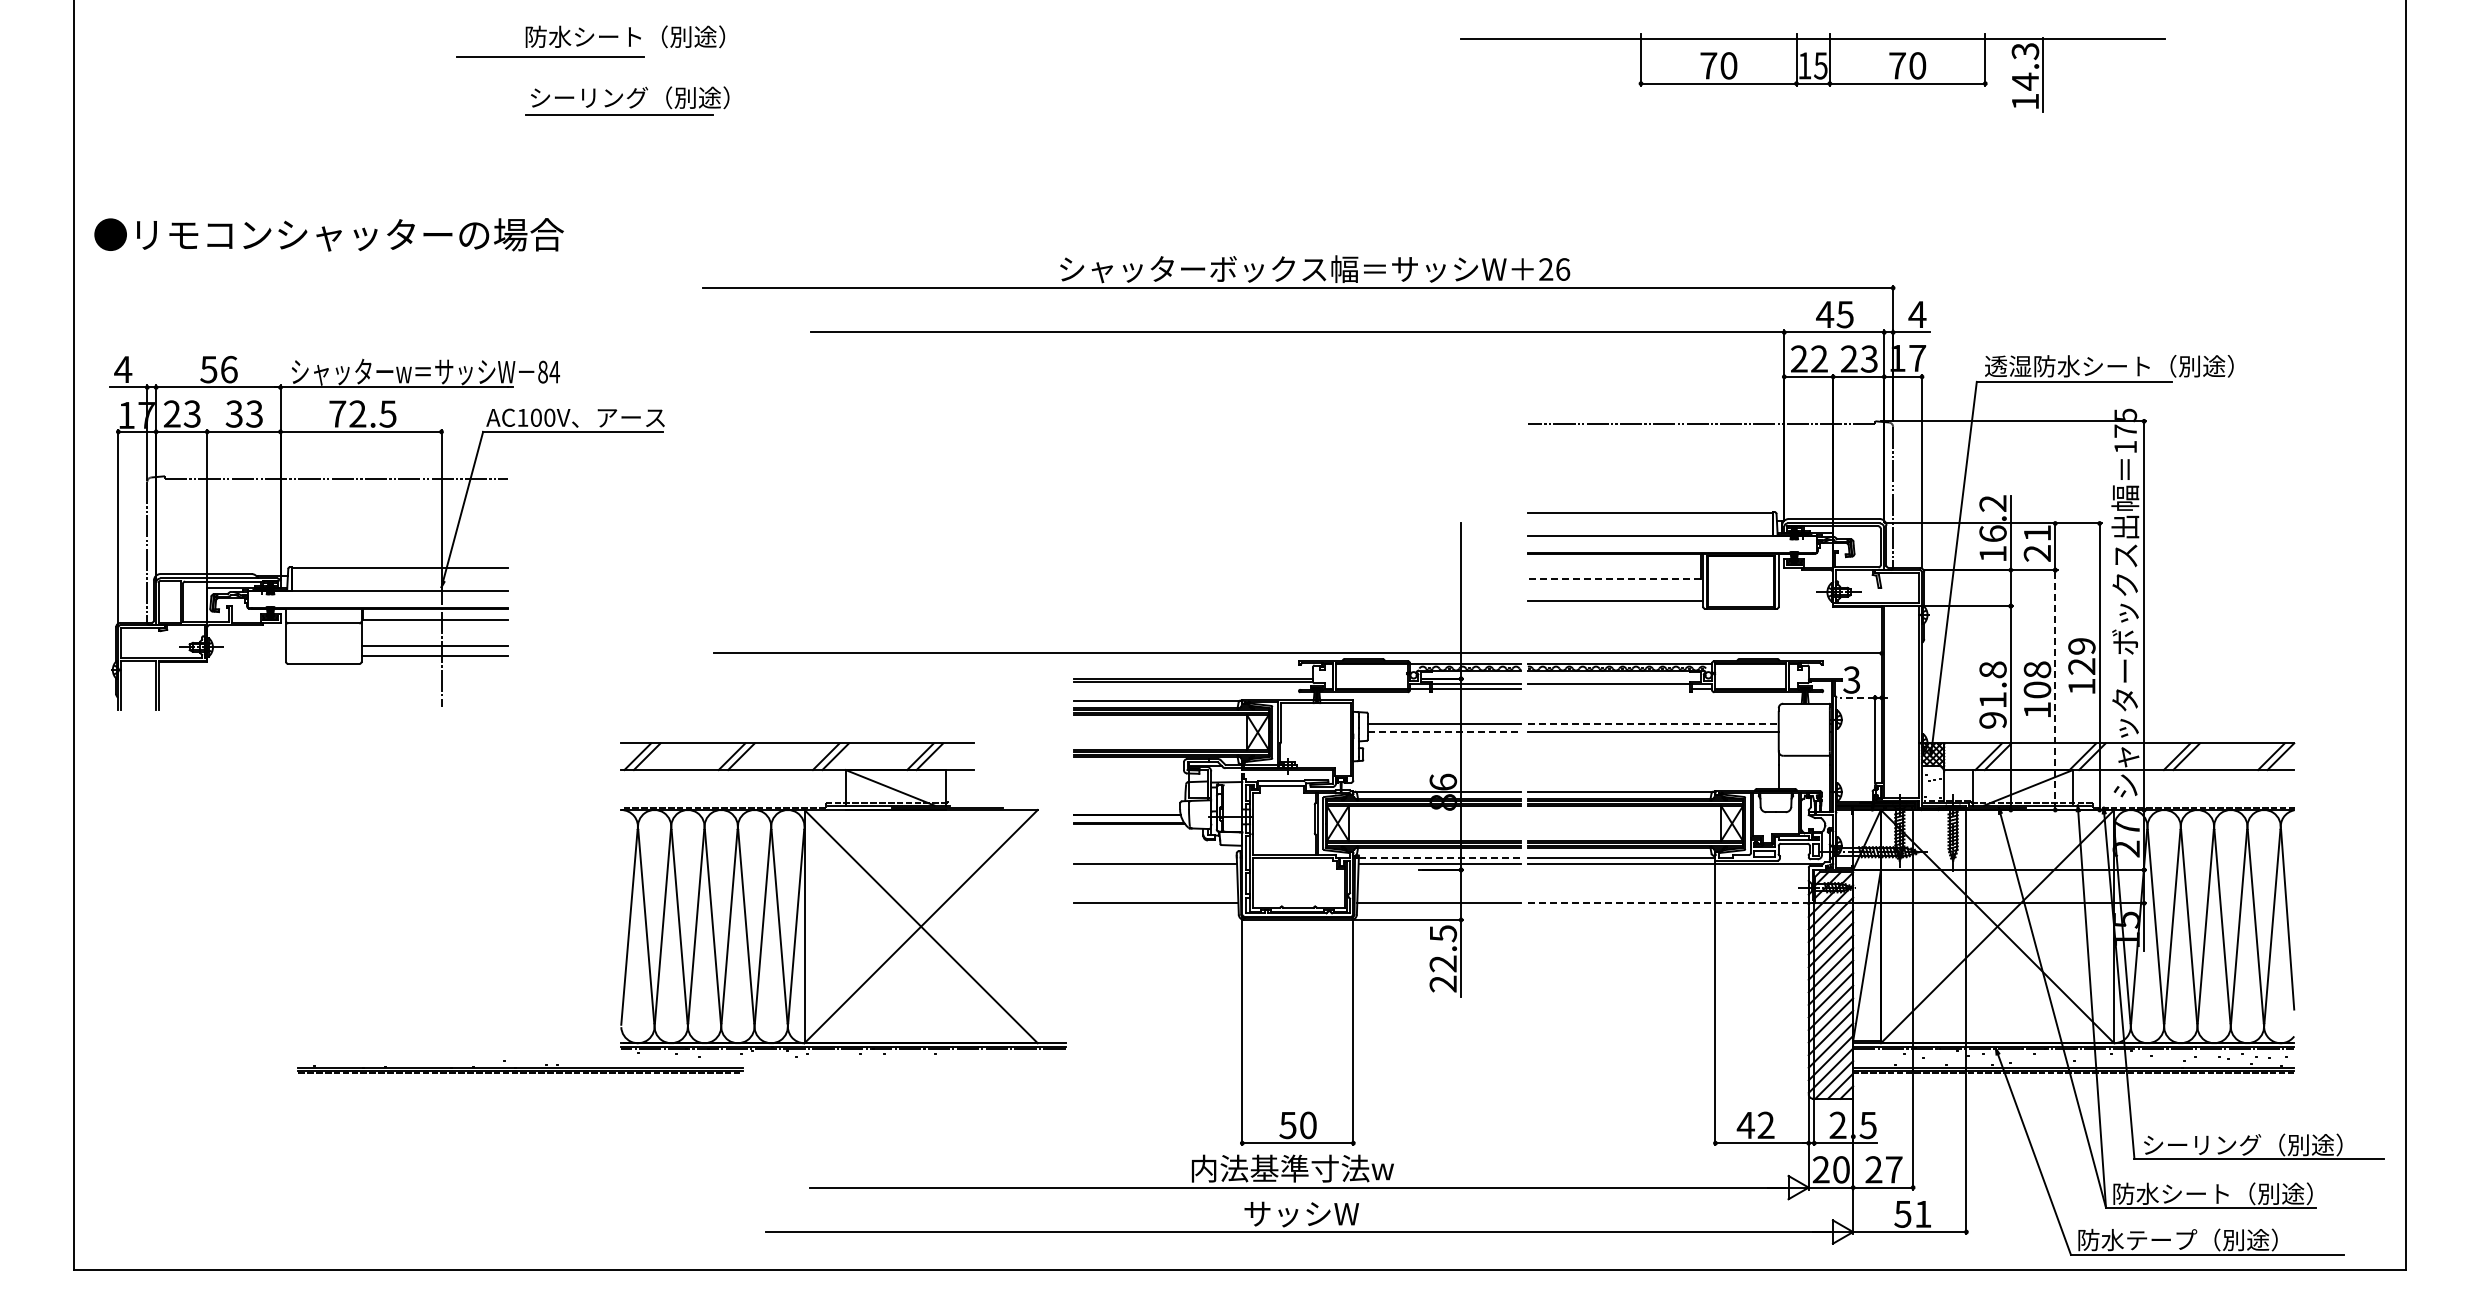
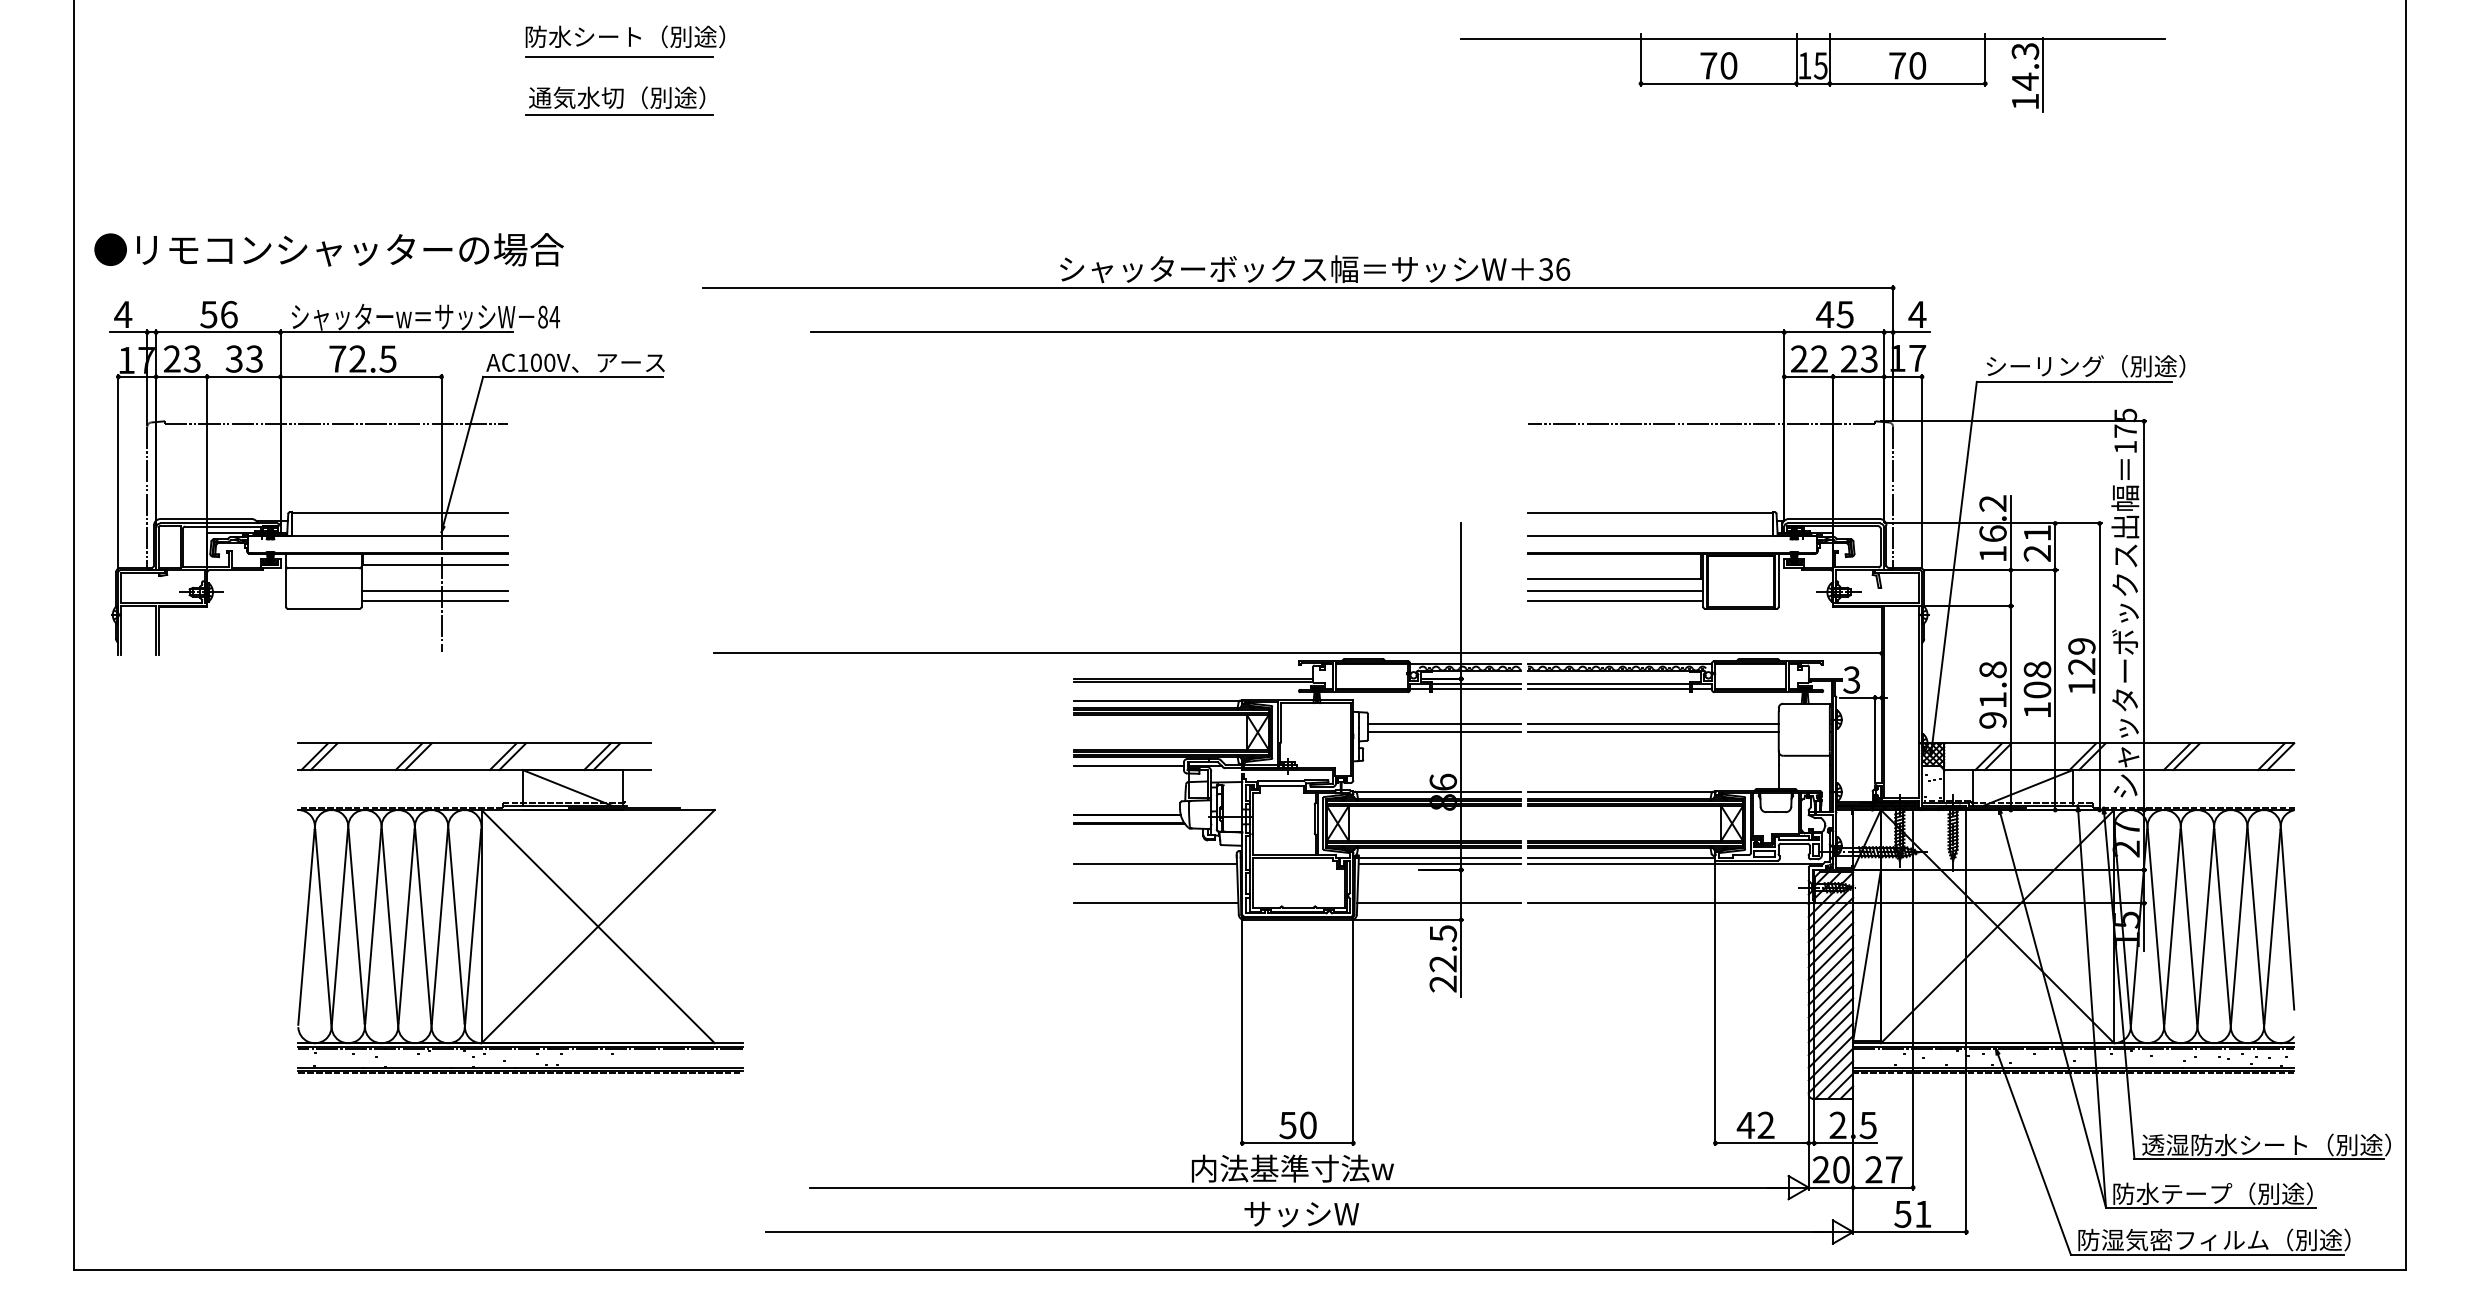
line at (550, 56) position: (550, 56) -> (619, 56)
text at (629, 97): シーリング（別途） -> 通気水切（別途）
text at (328, 234) position: (328, 234) -> (328, 249)
text at (1546, 269): 26 -> 36
text at (2109, 366): 透湿防水シート（別途） -> シーリング（別途）
part at (386, 533) position: (386, 533) -> (386, 478)
line at (1614, 579): dashed -> solid
line at (1615, 591): none -> present
line at (1608, 689): none -> present
line at (2055, 690): dashed -> solid
line at (1857, 697): dashed -> solid
line at (1653, 724): dashed -> solid
line at (1444, 731): dashed -> solid
line at (1128, 766): none -> present
line at (1440, 857): dashed -> solid
part at (843, 899) position: (843, 899) -> (520, 899)
line at (1671, 903): dashed -> solid
text at (2266, 1144): シーリング（別途） -> 透湿防水シート（別途）
text at (2197, 1193): 防水シート（別途） -> 防水テープ（別途）
text at (2225, 1239): 防水テープ（別途） -> 防湿気密フィルム（別途）
